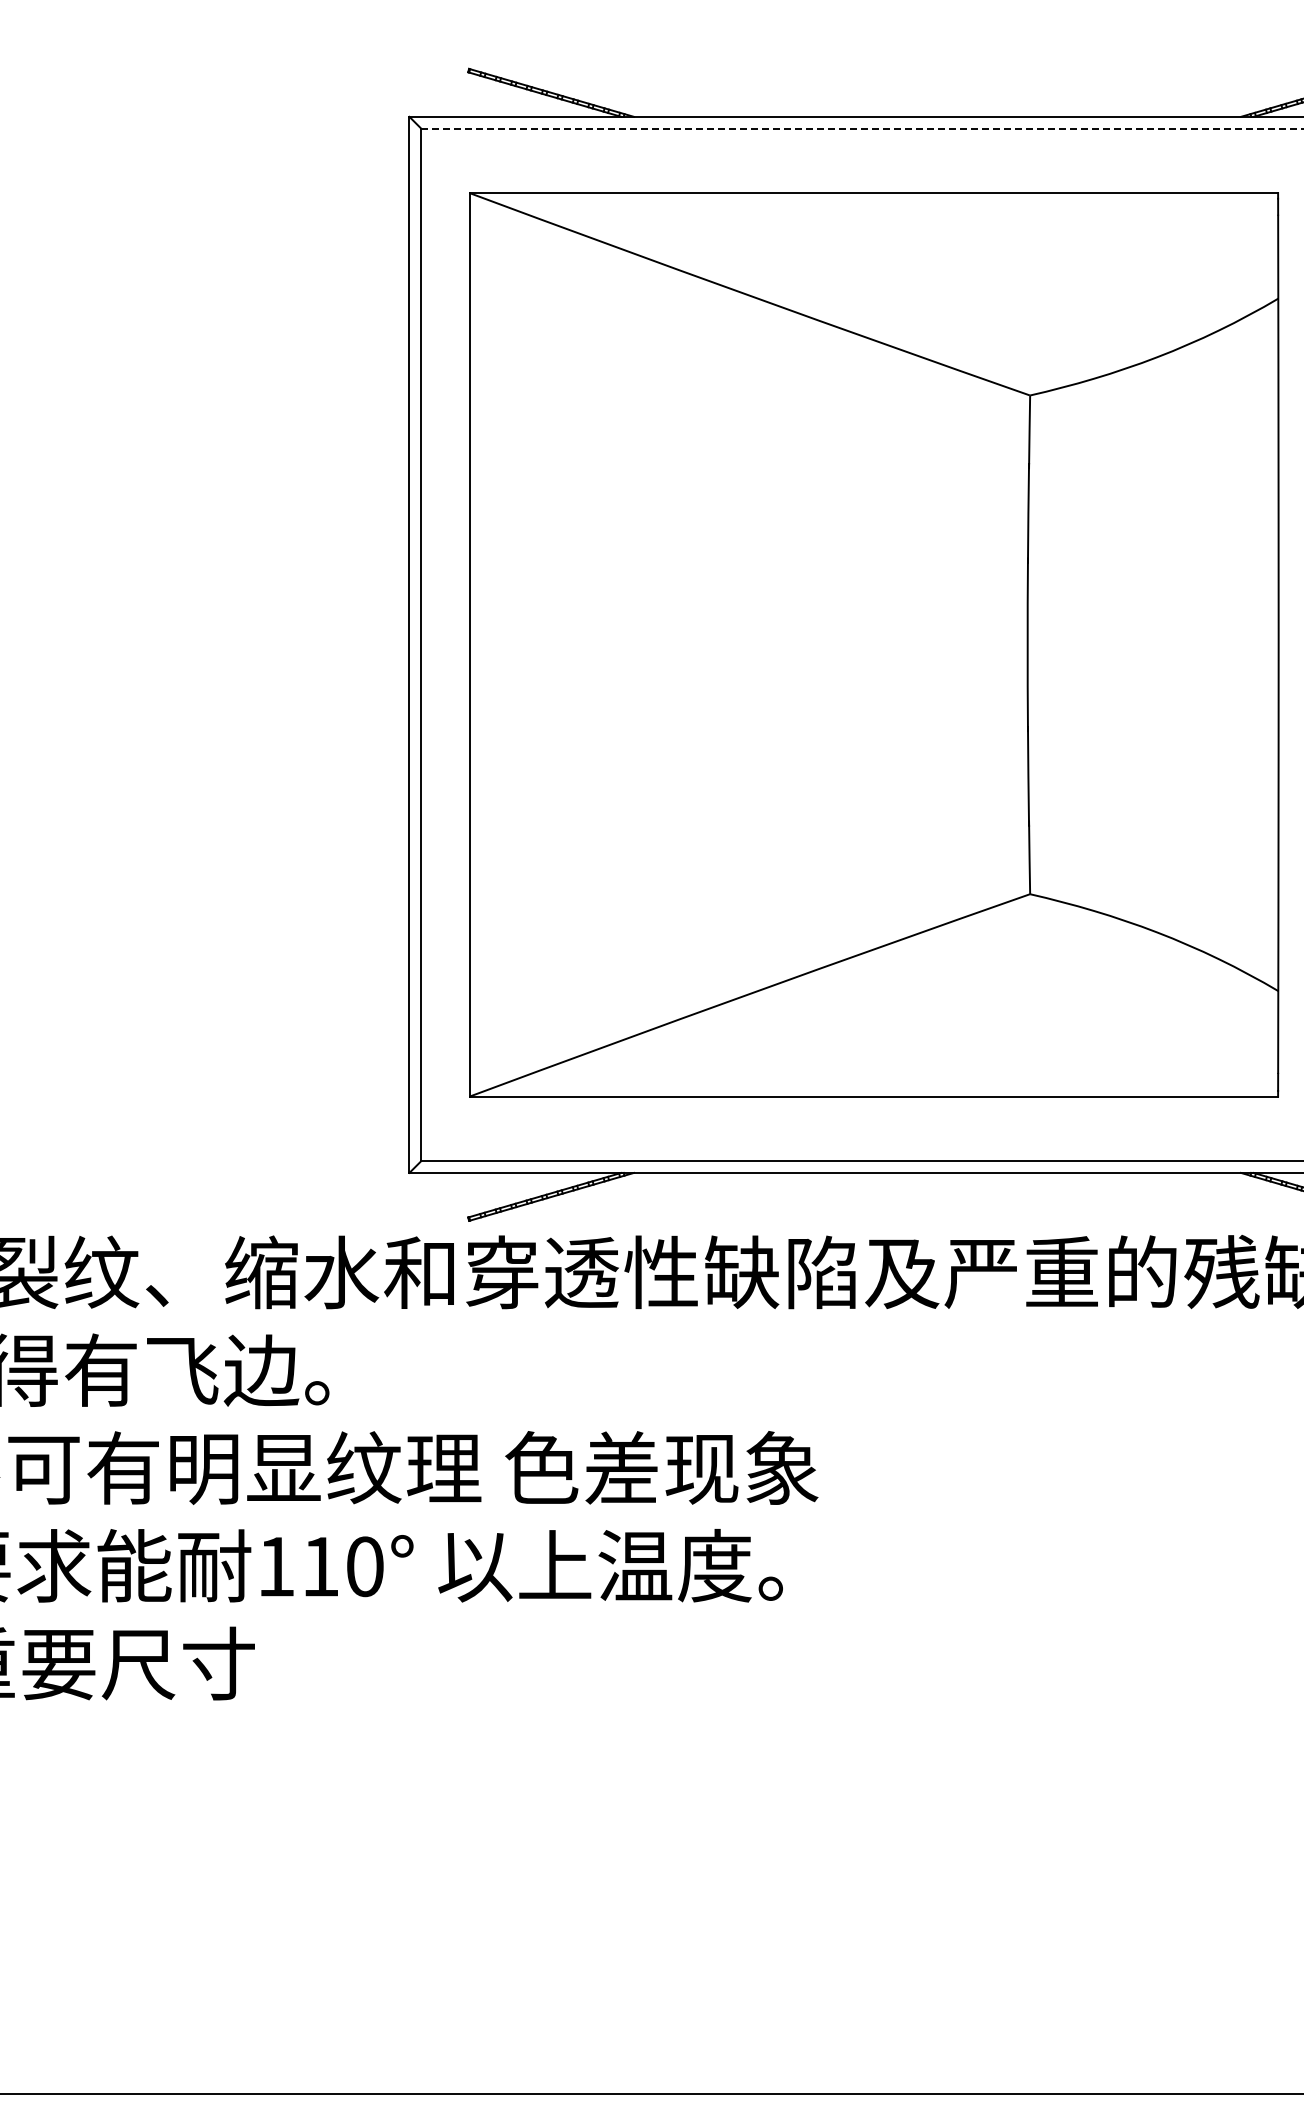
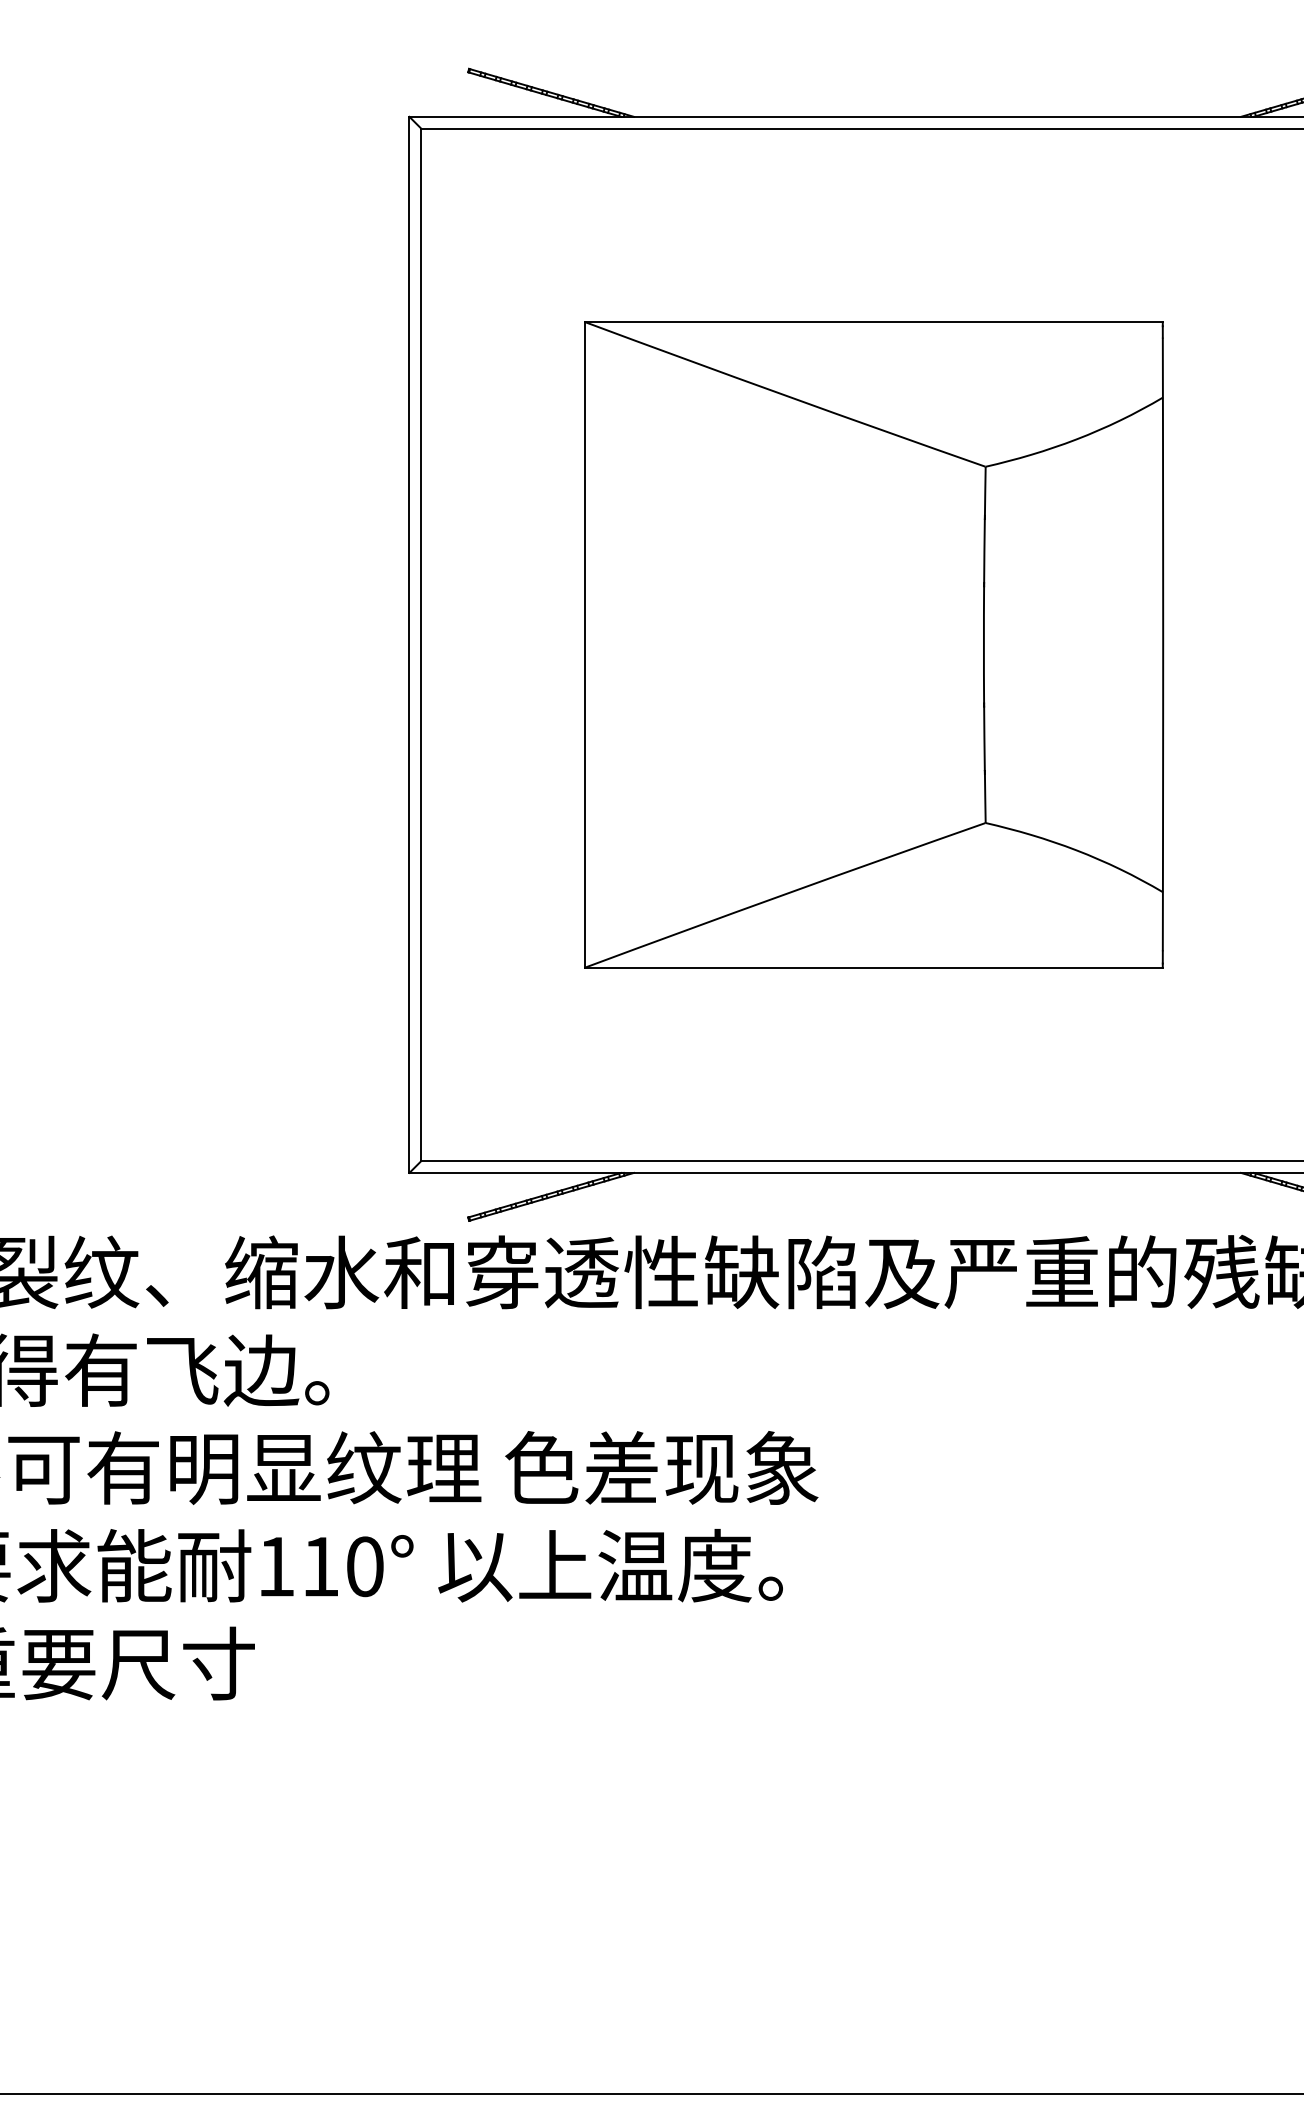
line at (863, 128): dashed -> solid
part at (874, 644) size: 811x906 px -> 581x648 px
